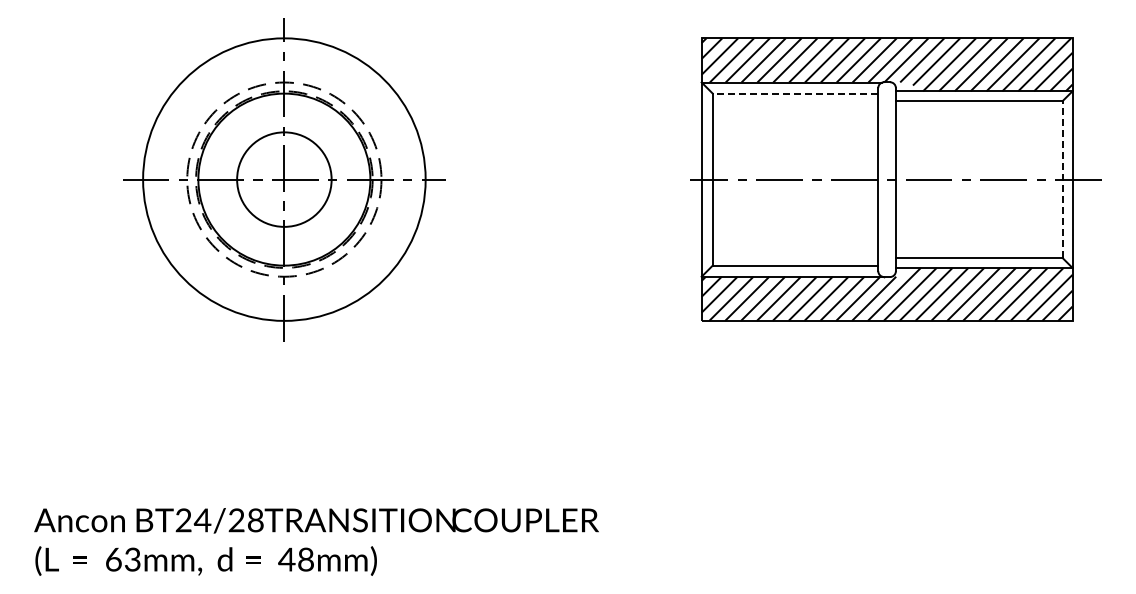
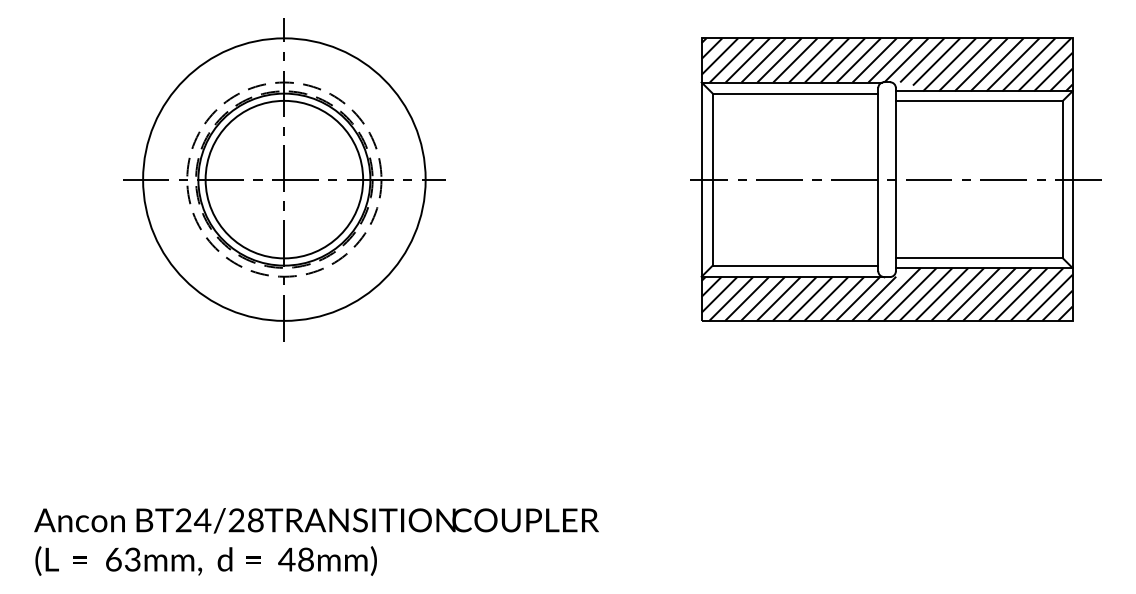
line at (795, 93): dashed -> solid
circle at (284, 179) diameter: 95 px -> 158 px
line at (1062, 179): dashed -> solid
